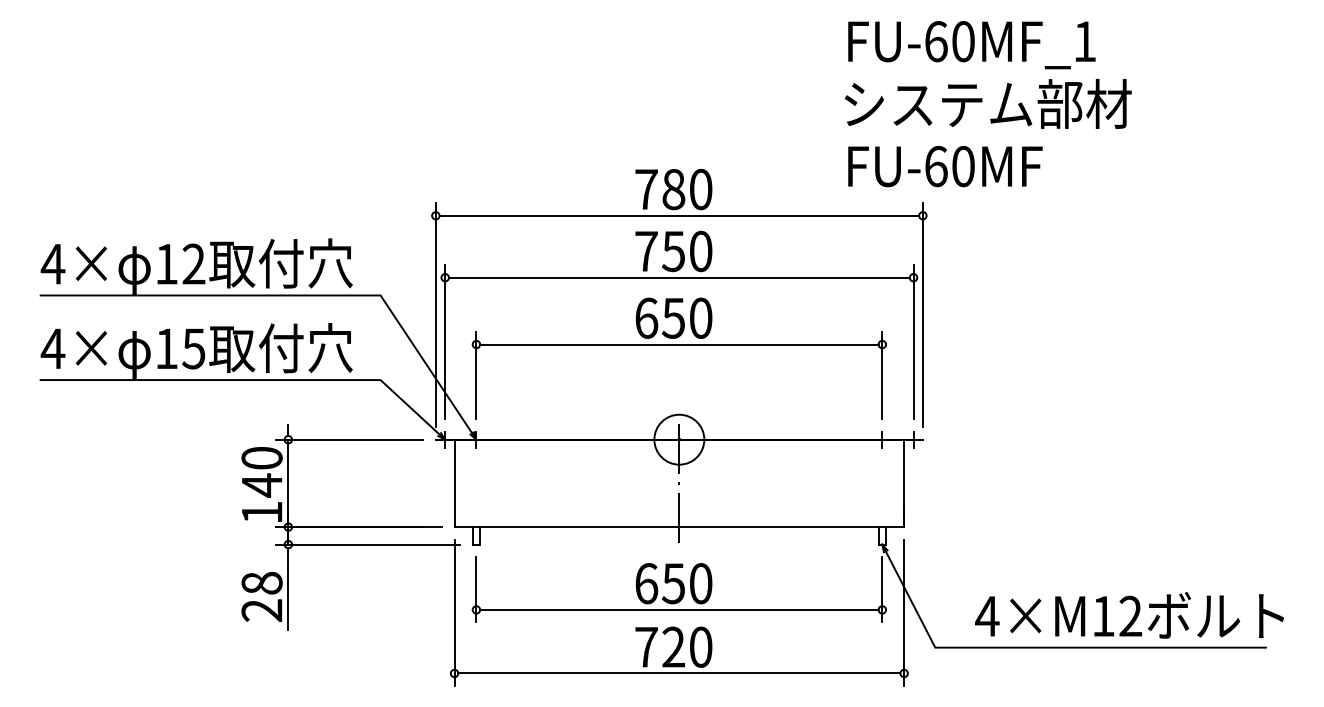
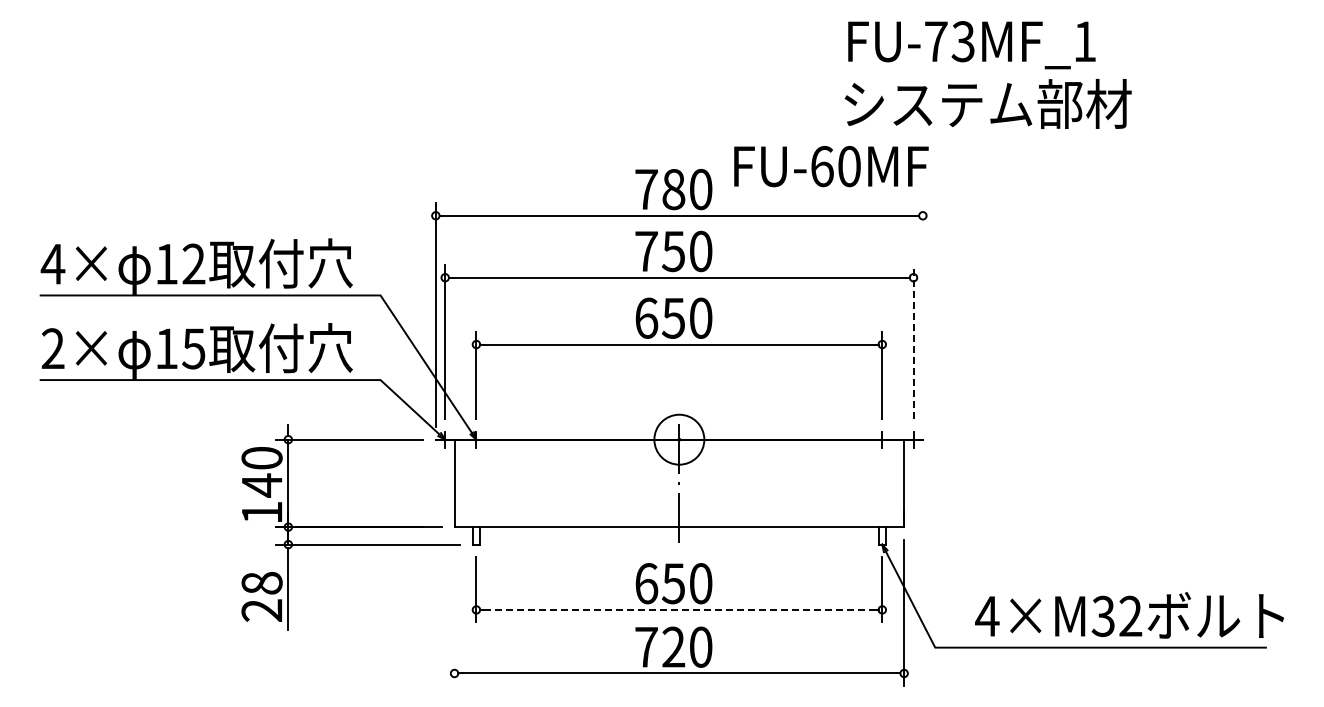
text at (949, 41): FU-60MF_1 -> FU-73MF_1
text at (945, 166) position: (945, 166) -> (831, 166)
line at (922, 315): present -> none
line at (913, 341): solid -> dashed
text at (52, 348): 4× -> 2×
line at (679, 609): solid -> dashed
line at (454, 612): present -> none
text at (1102, 616): 4×M12 -> 4×M32
